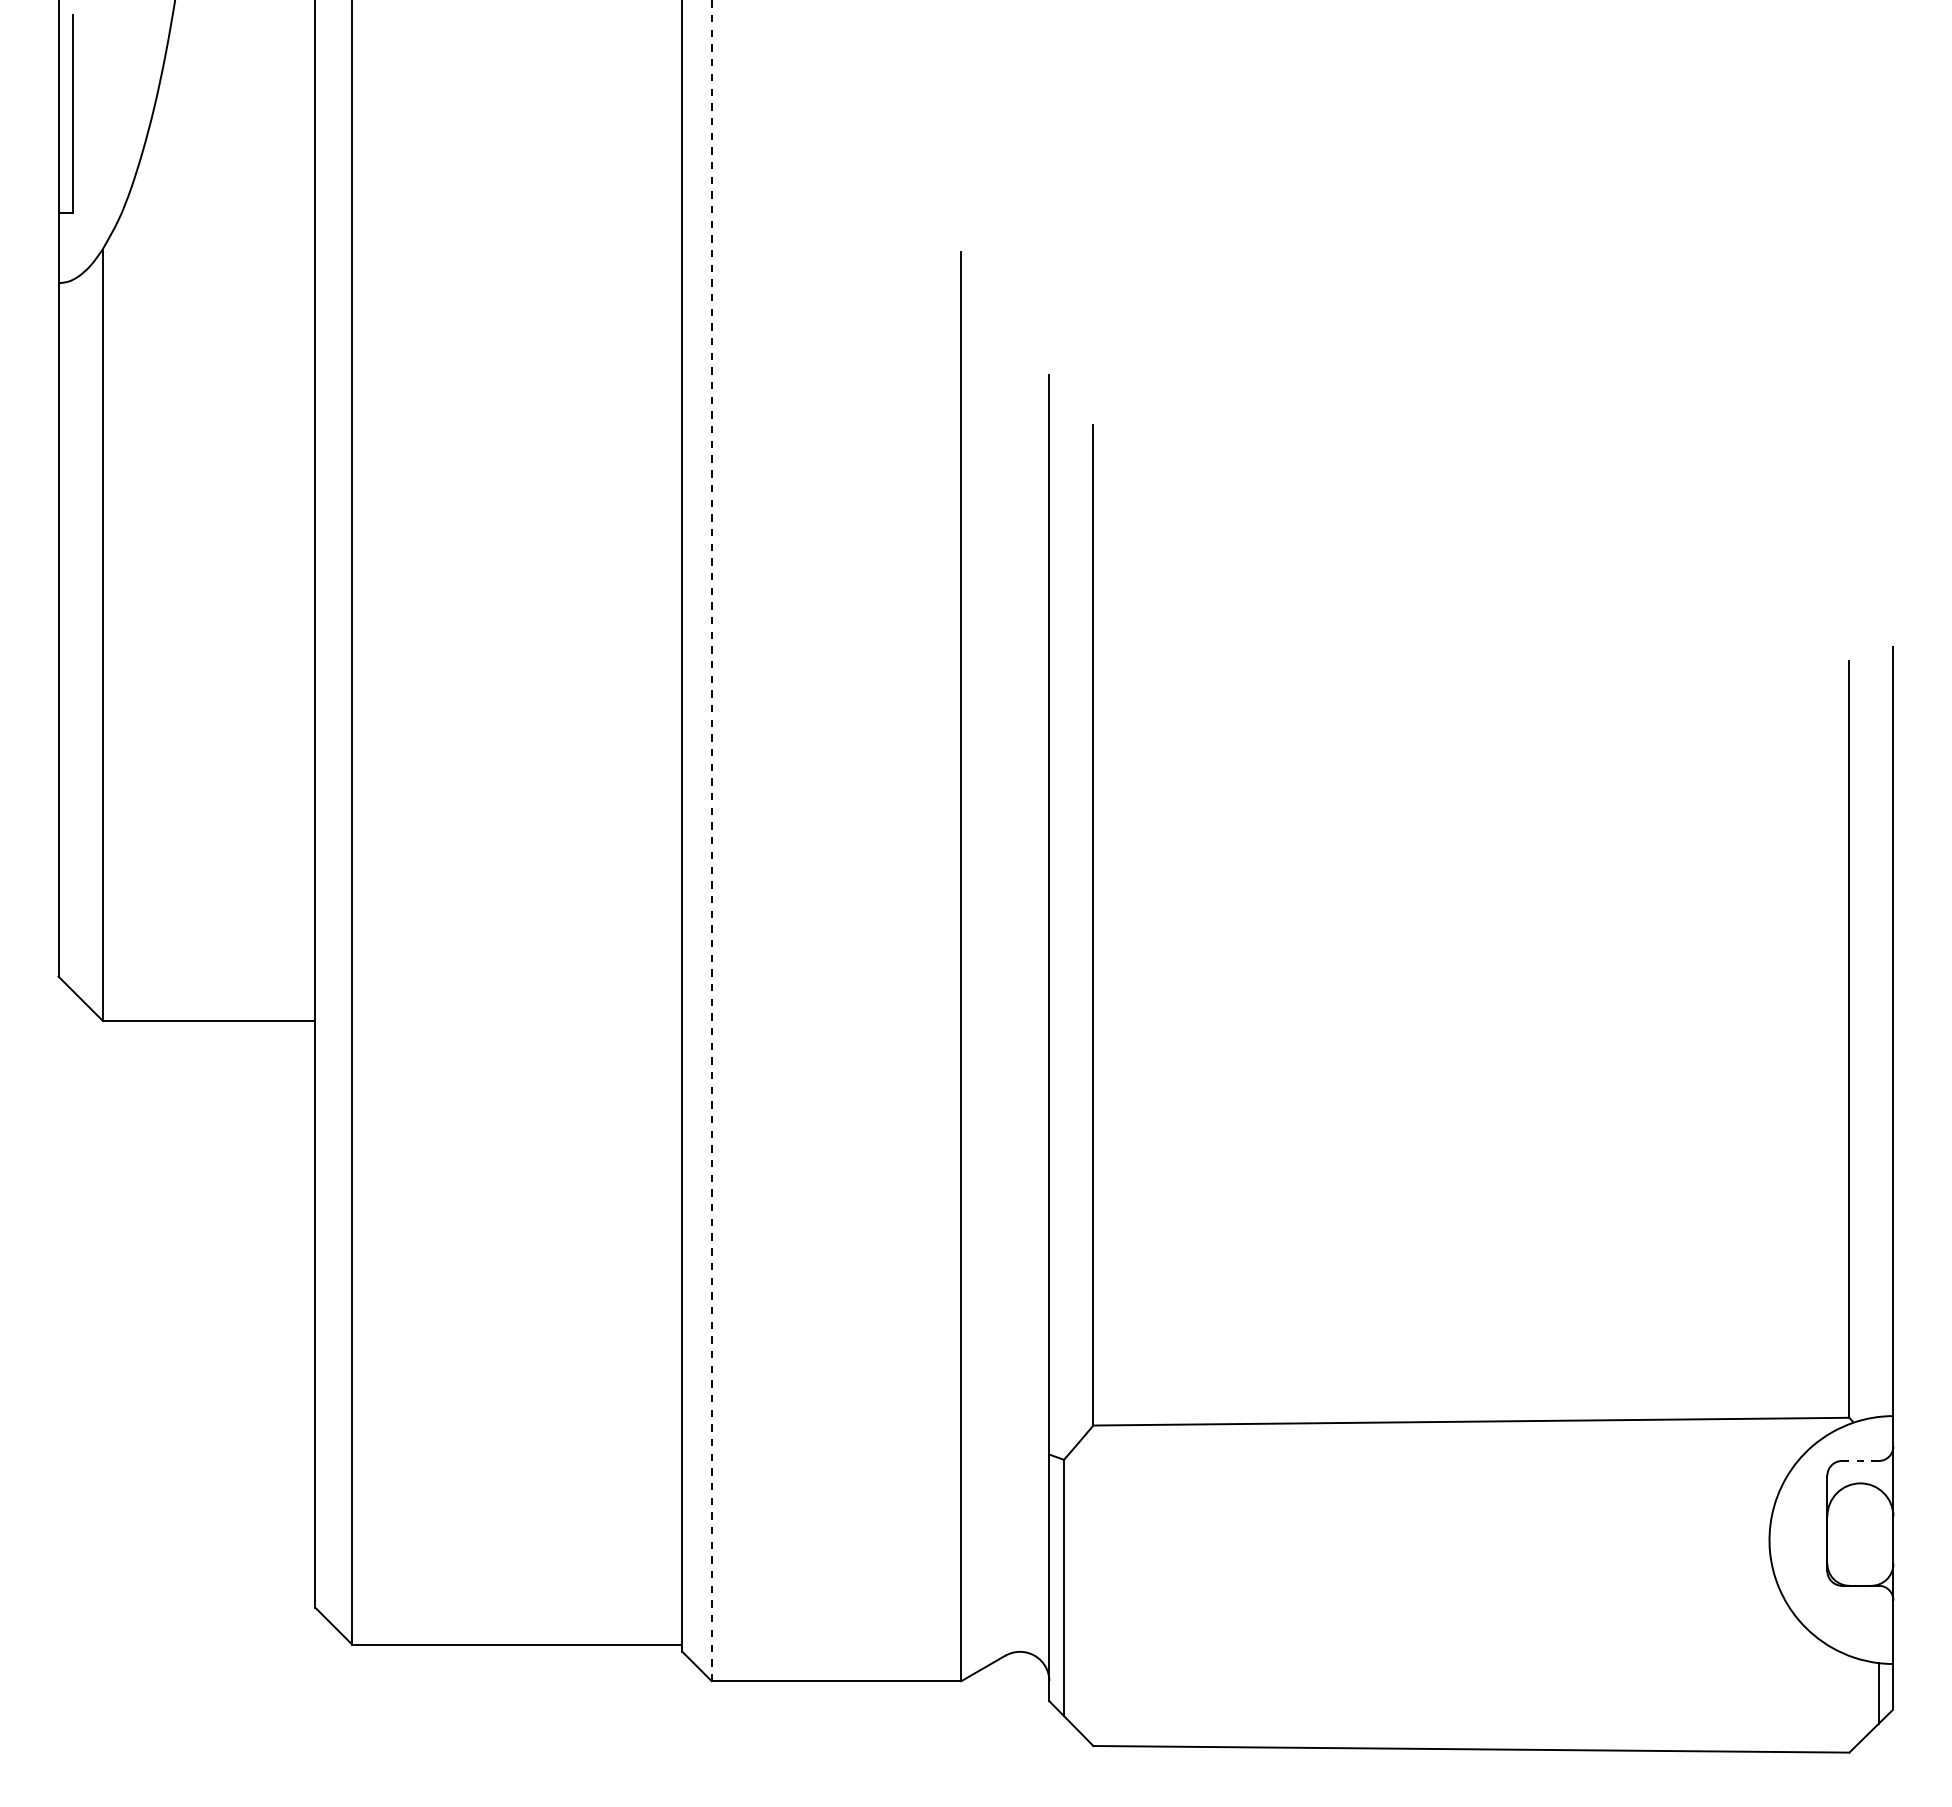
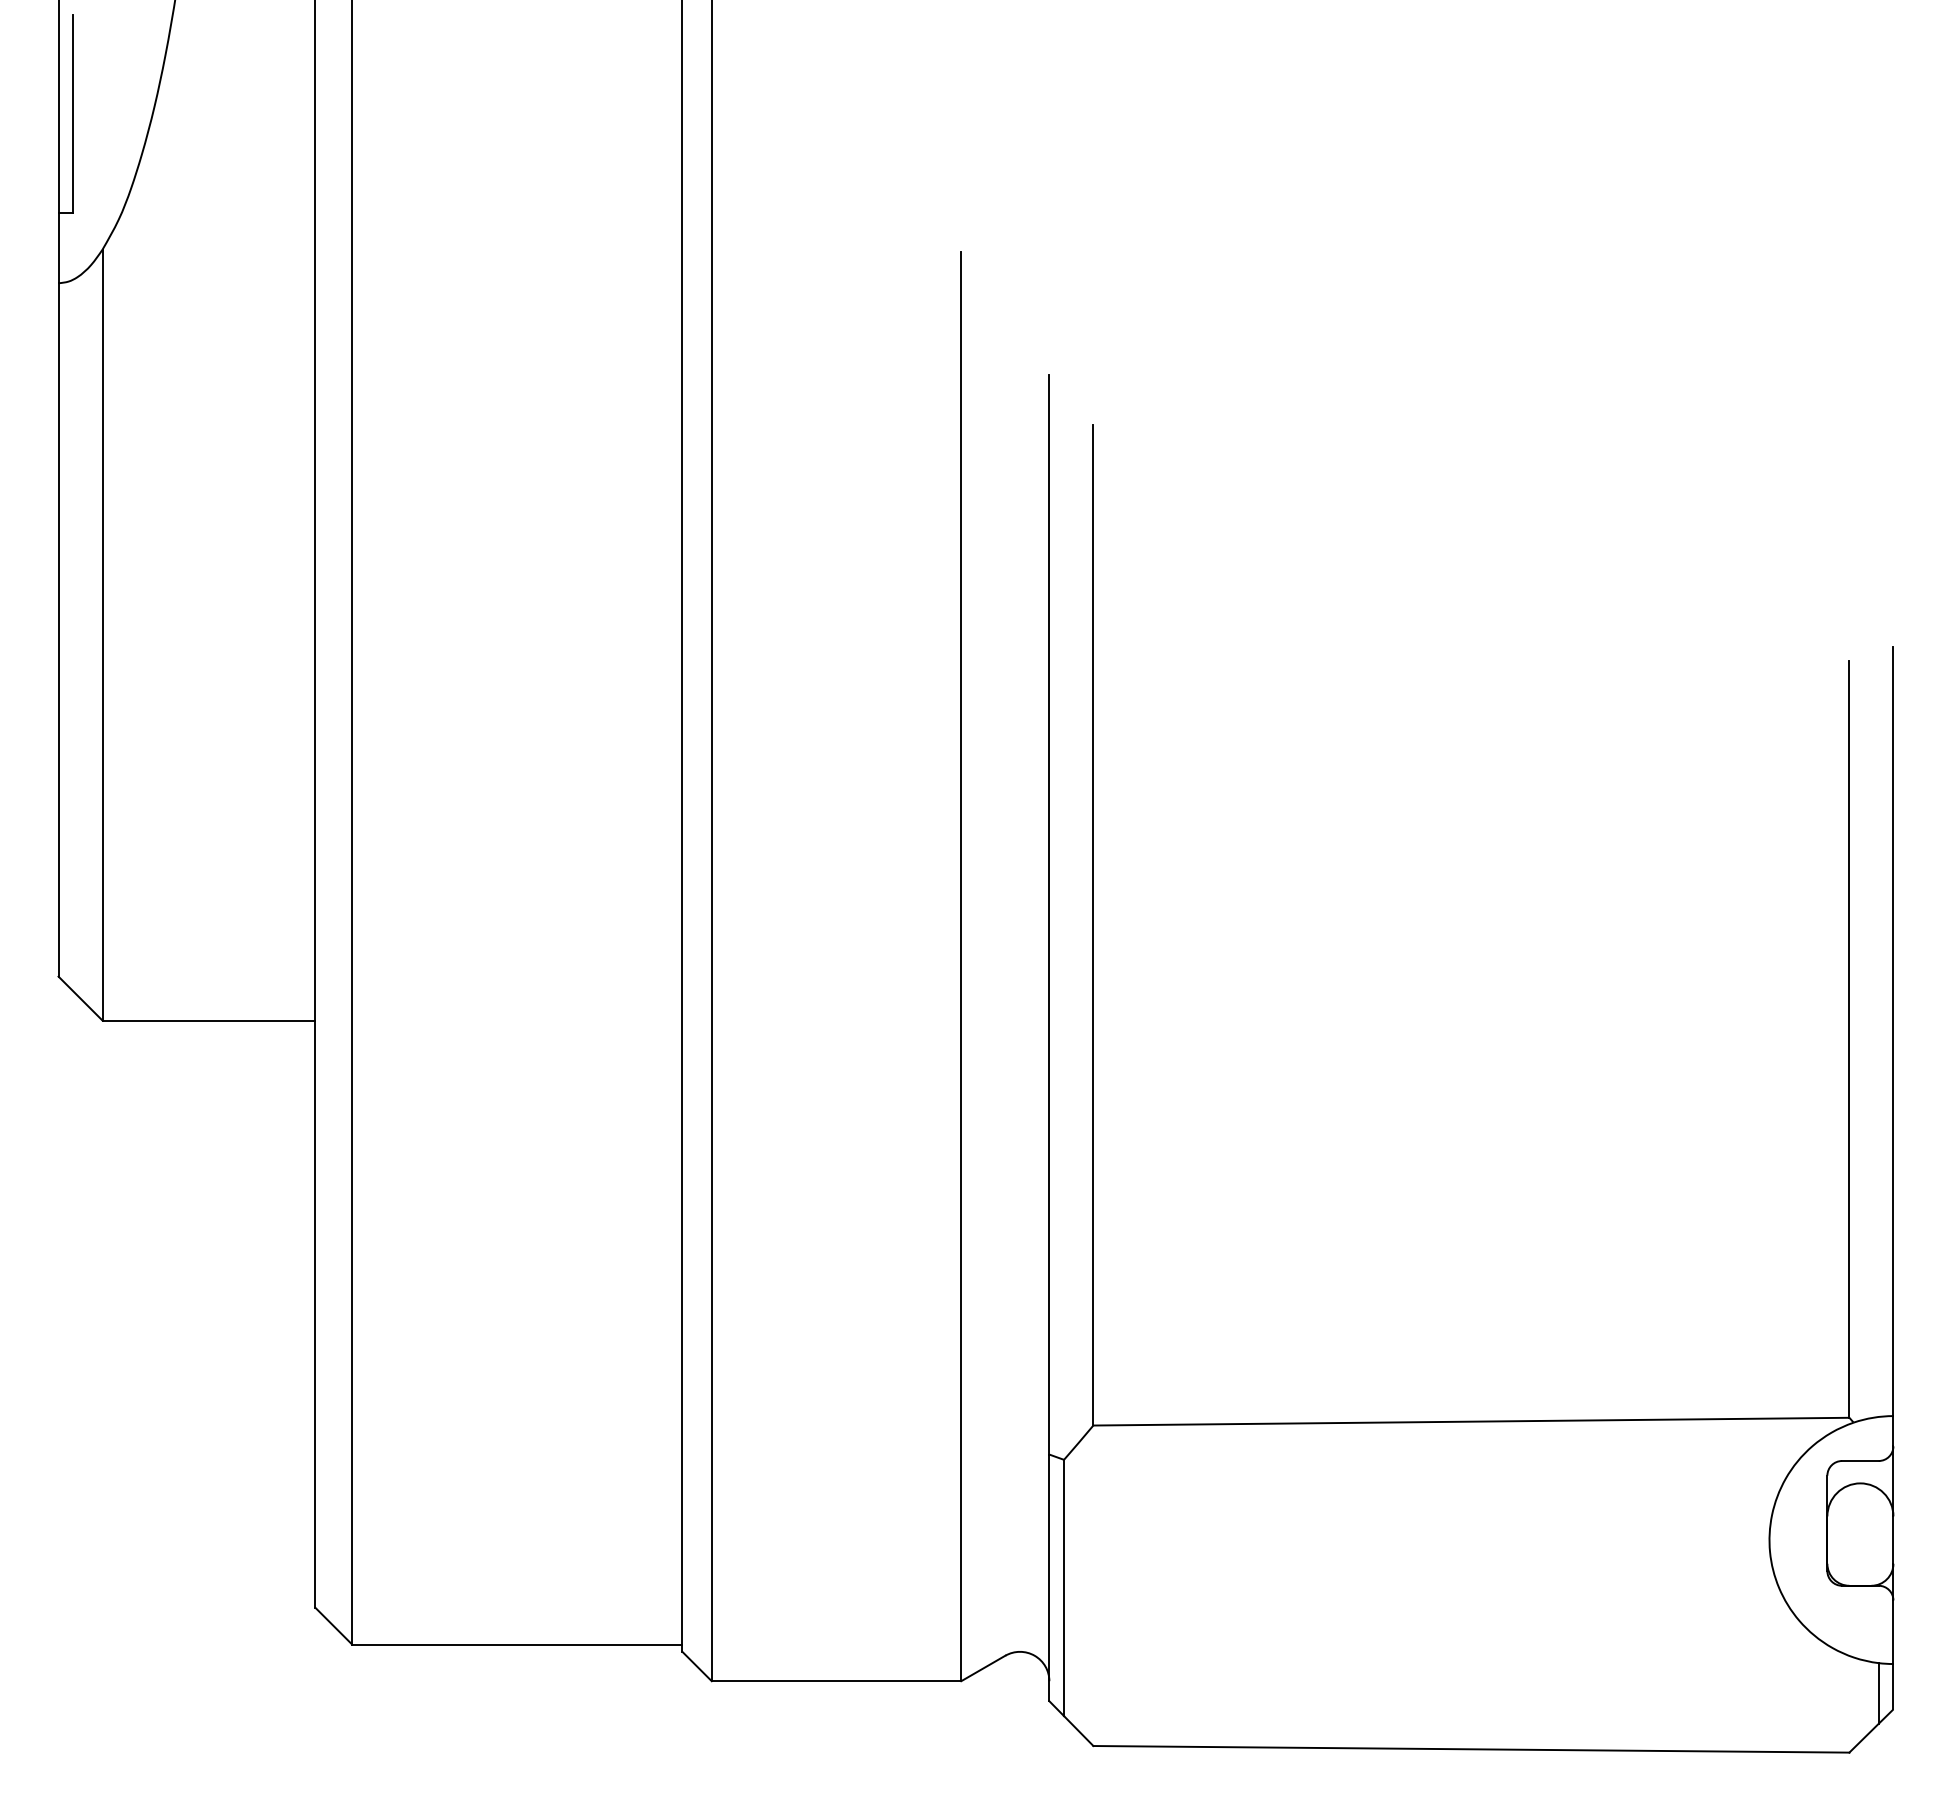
line at (711, 840): dashed -> solid
line at (1859, 1461): dashed -> solid
